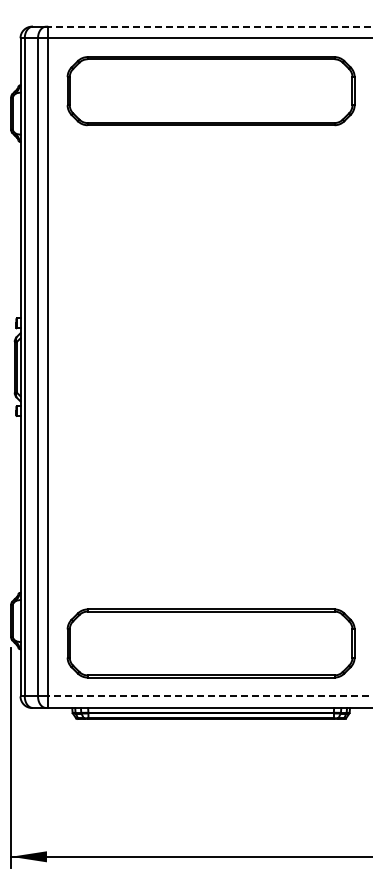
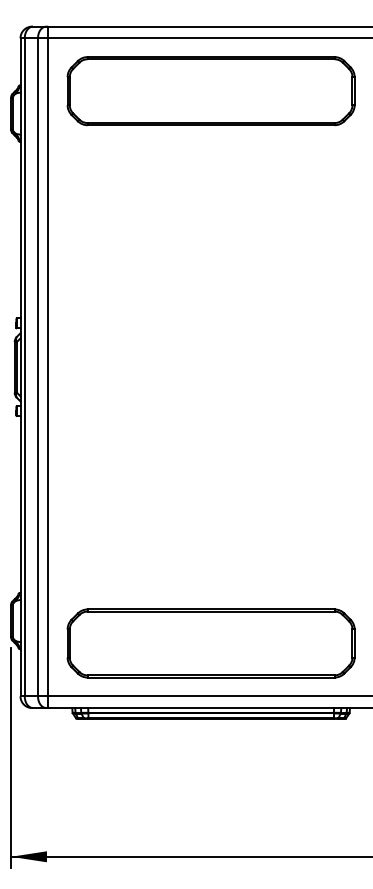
line at (210, 26): dashed -> solid
line at (210, 696): dashed -> solid
